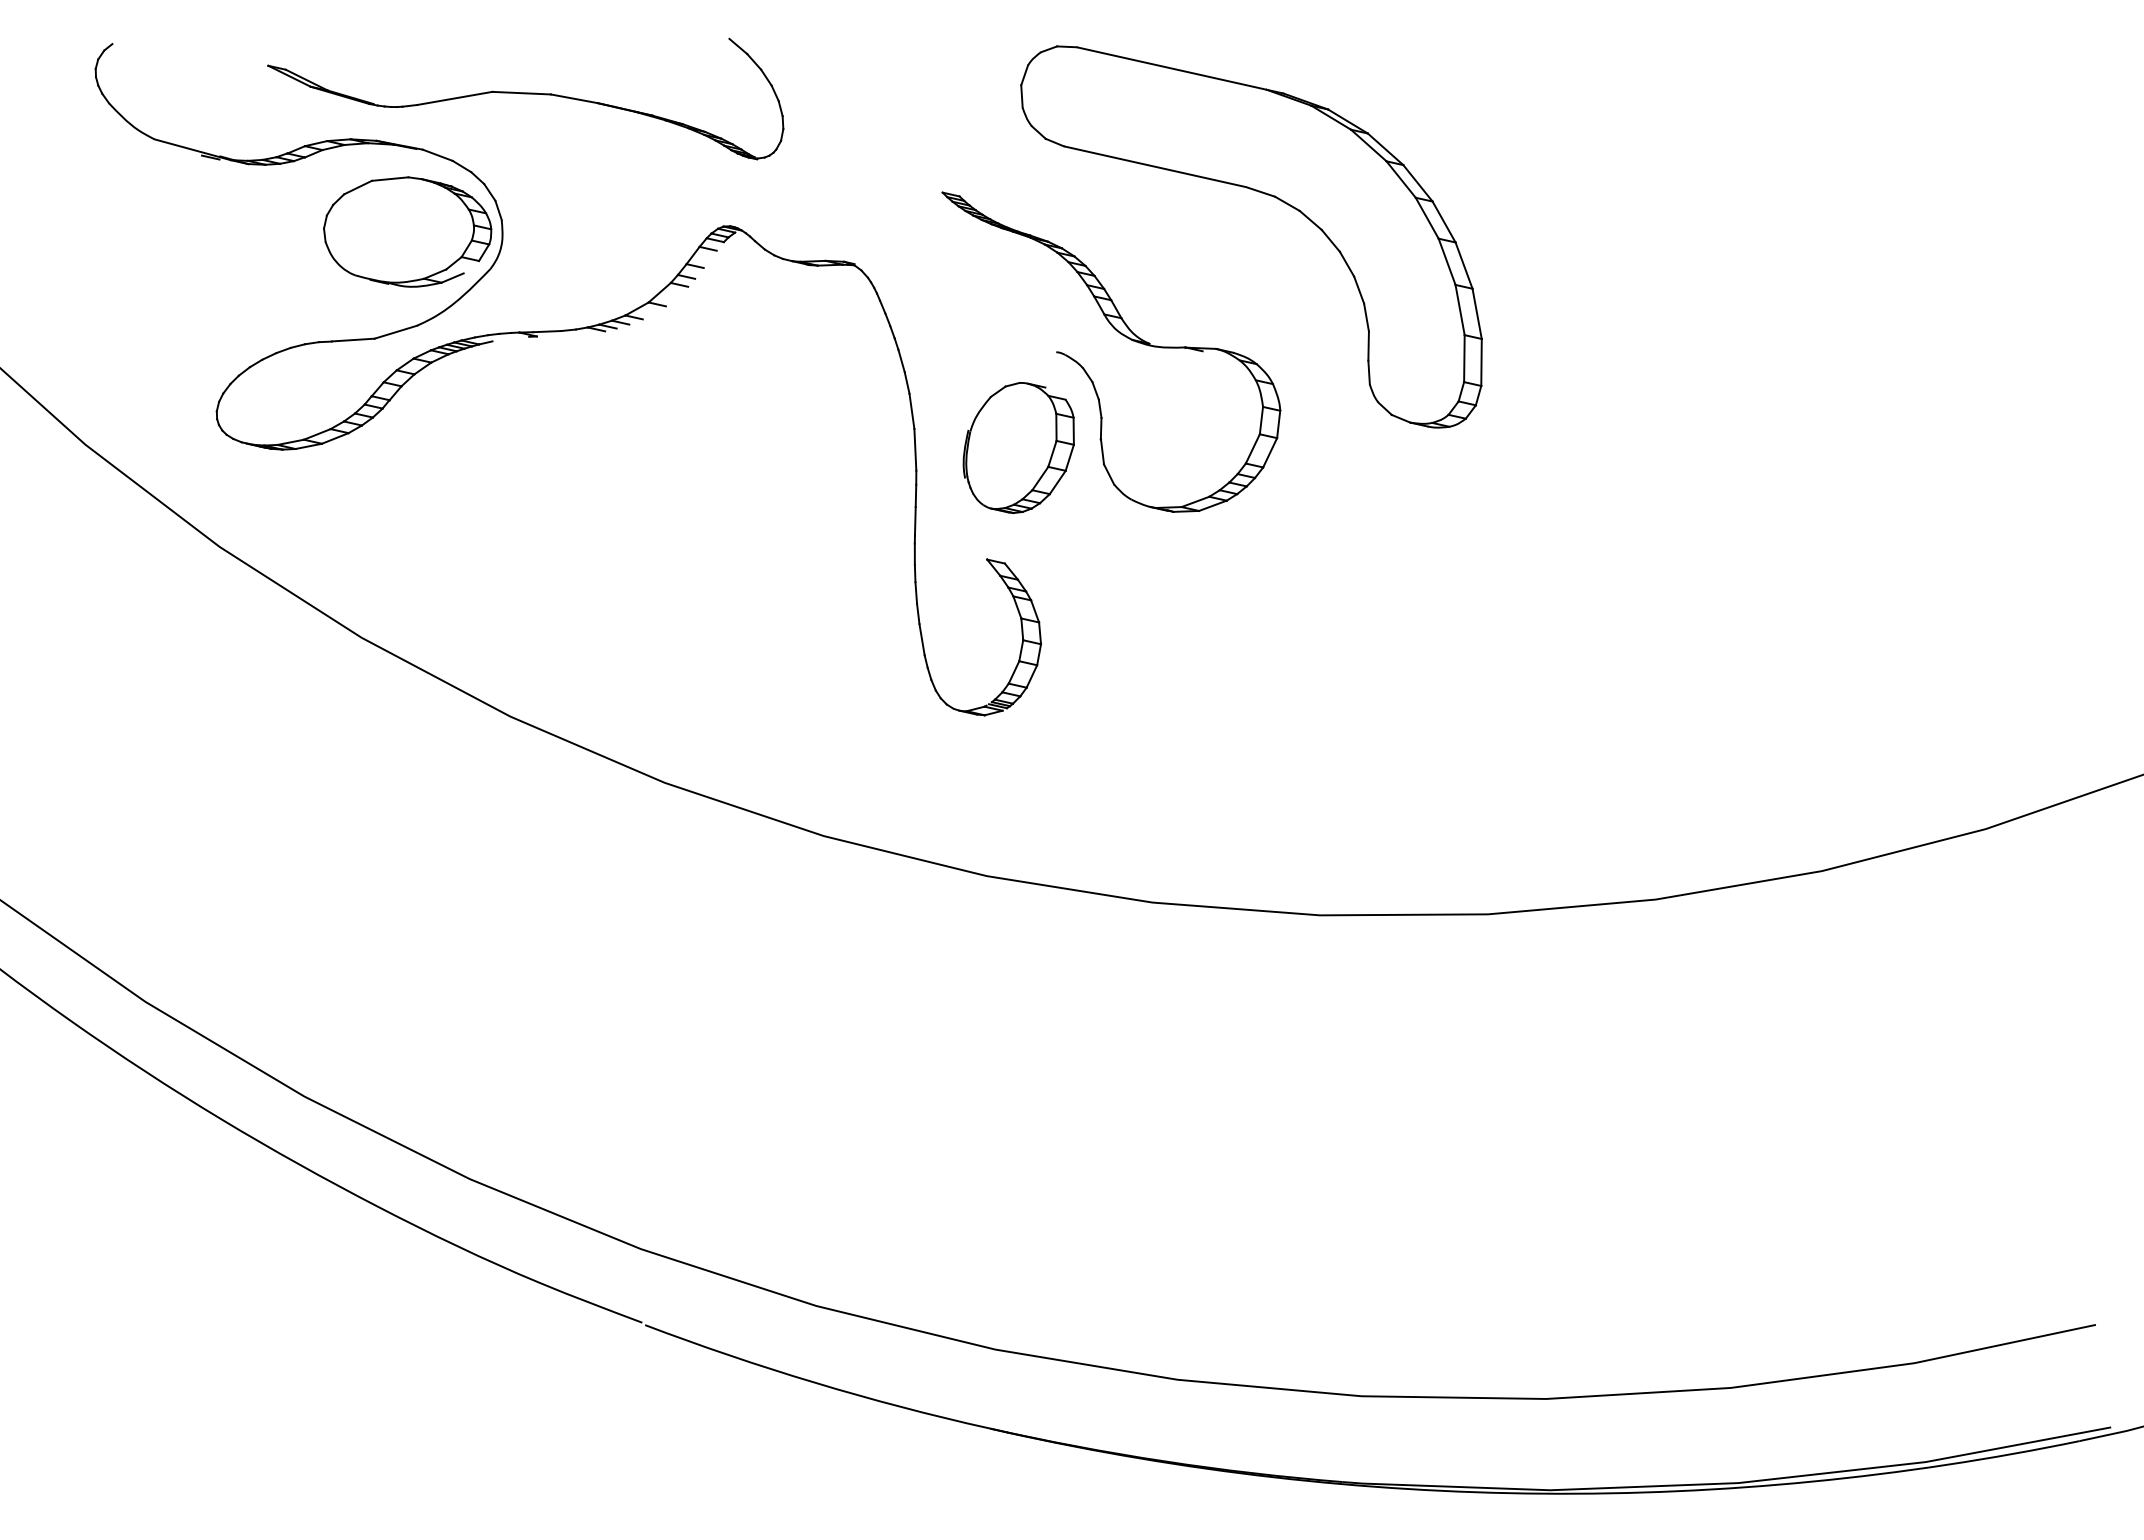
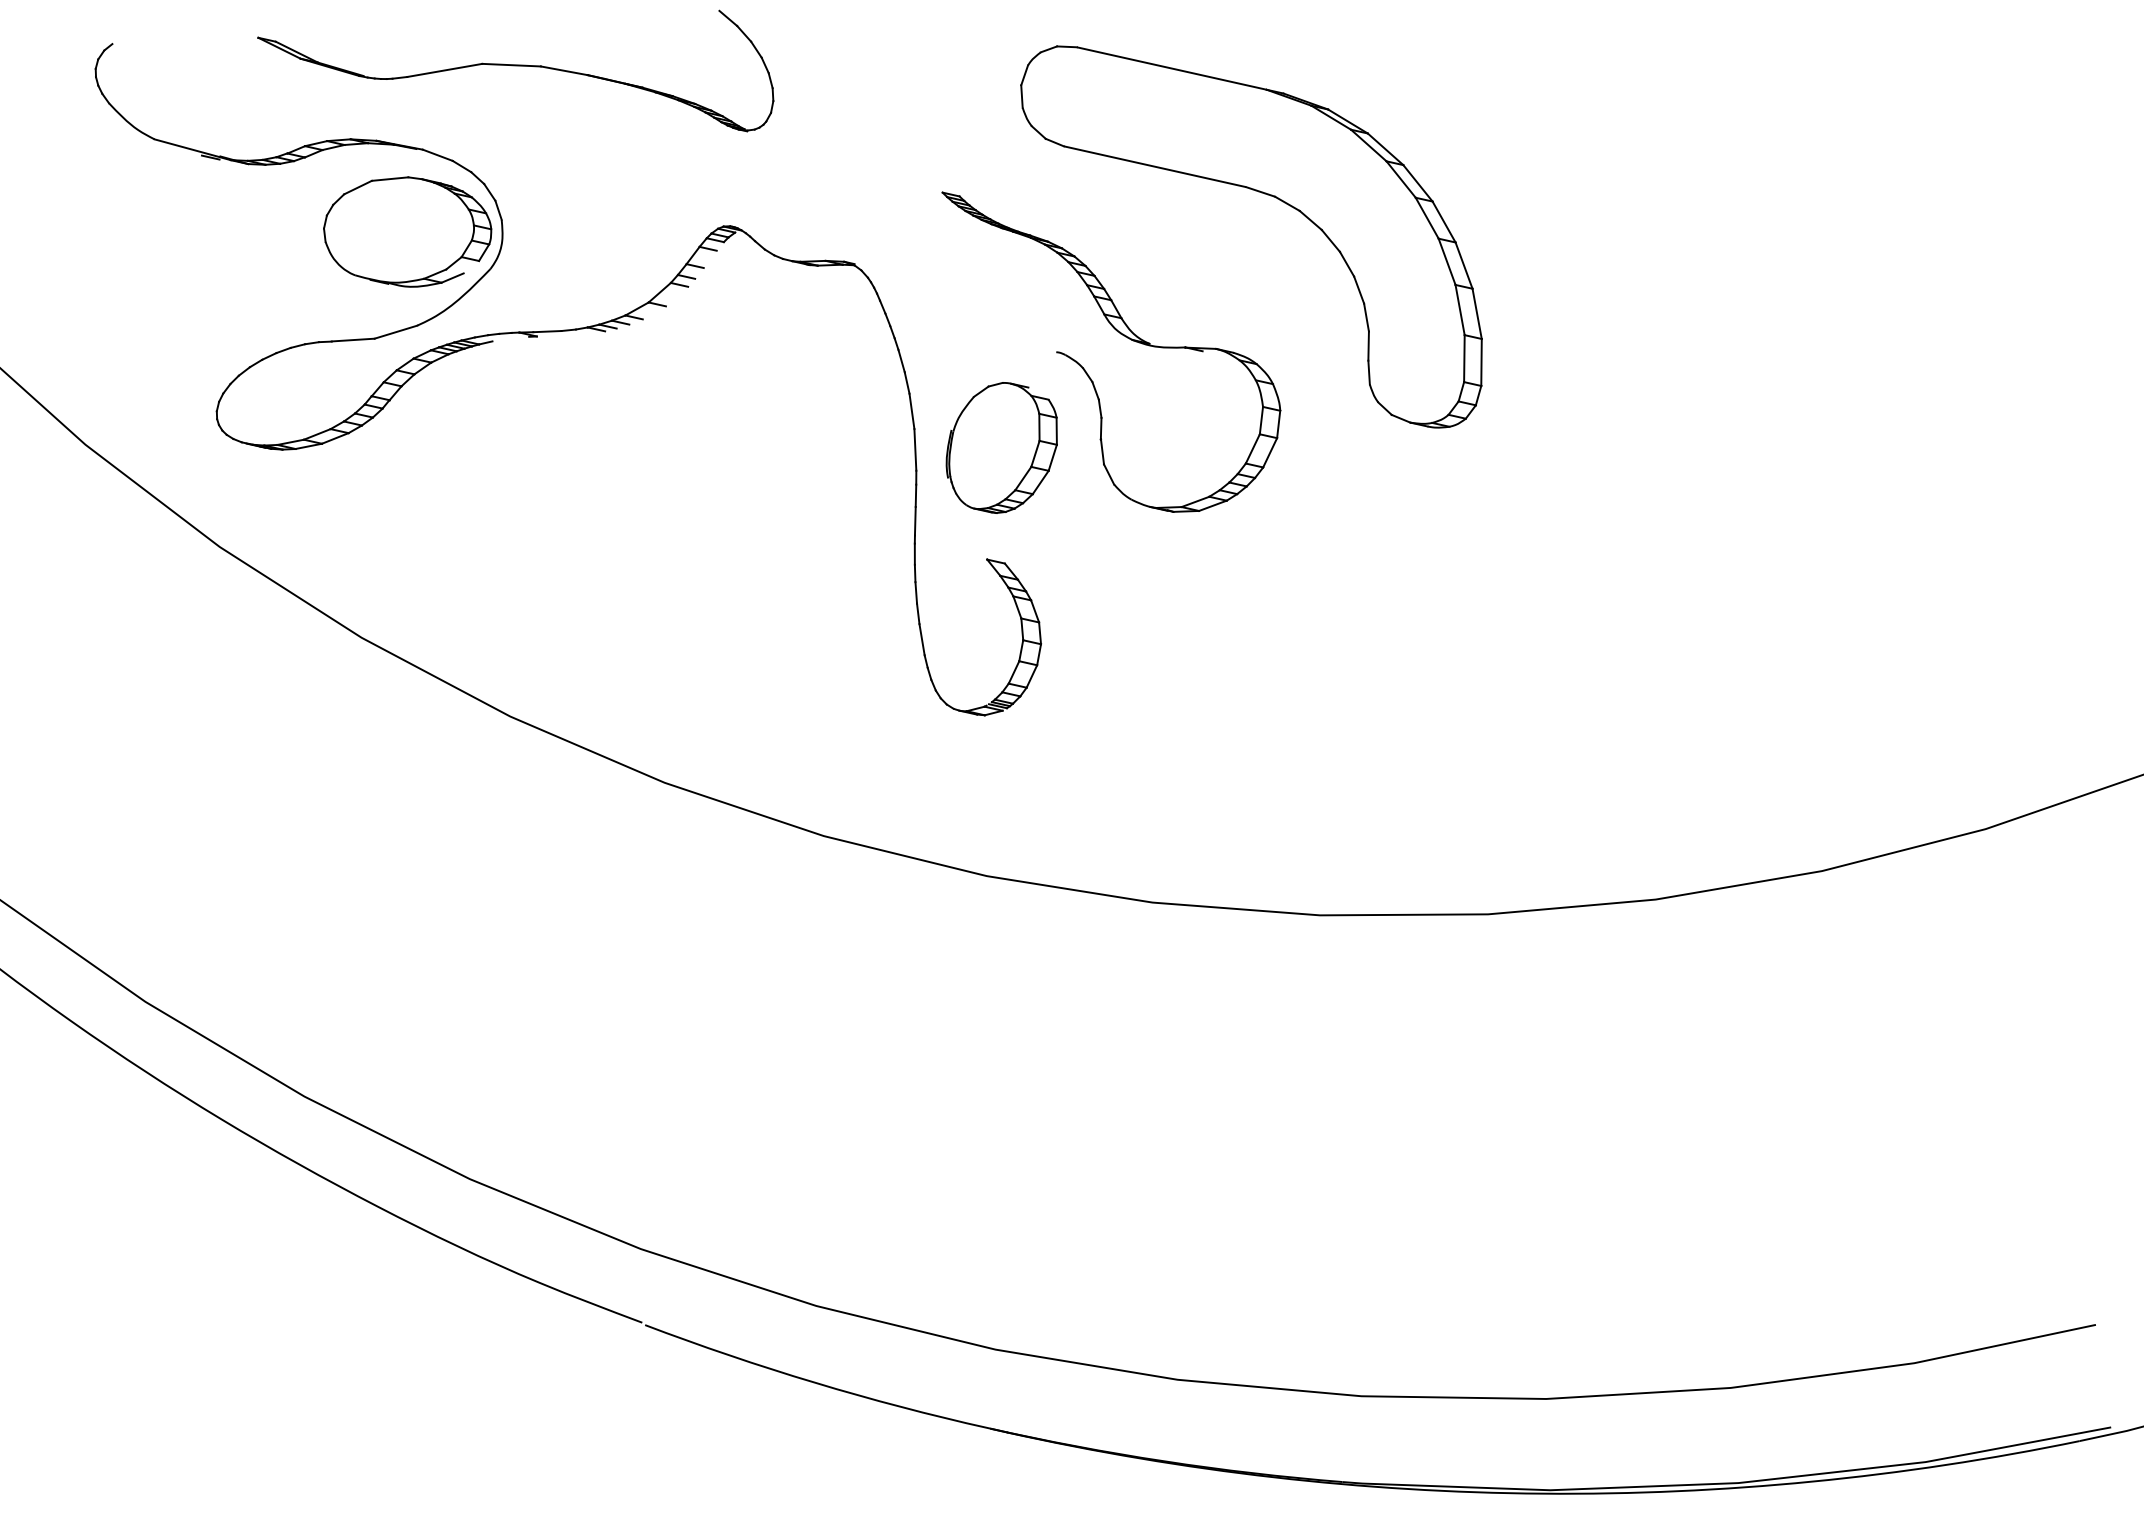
part at (525, 98) position: (525, 98) -> (515, 70)
part at (1018, 447) position: (1018, 447) -> (1001, 447)
